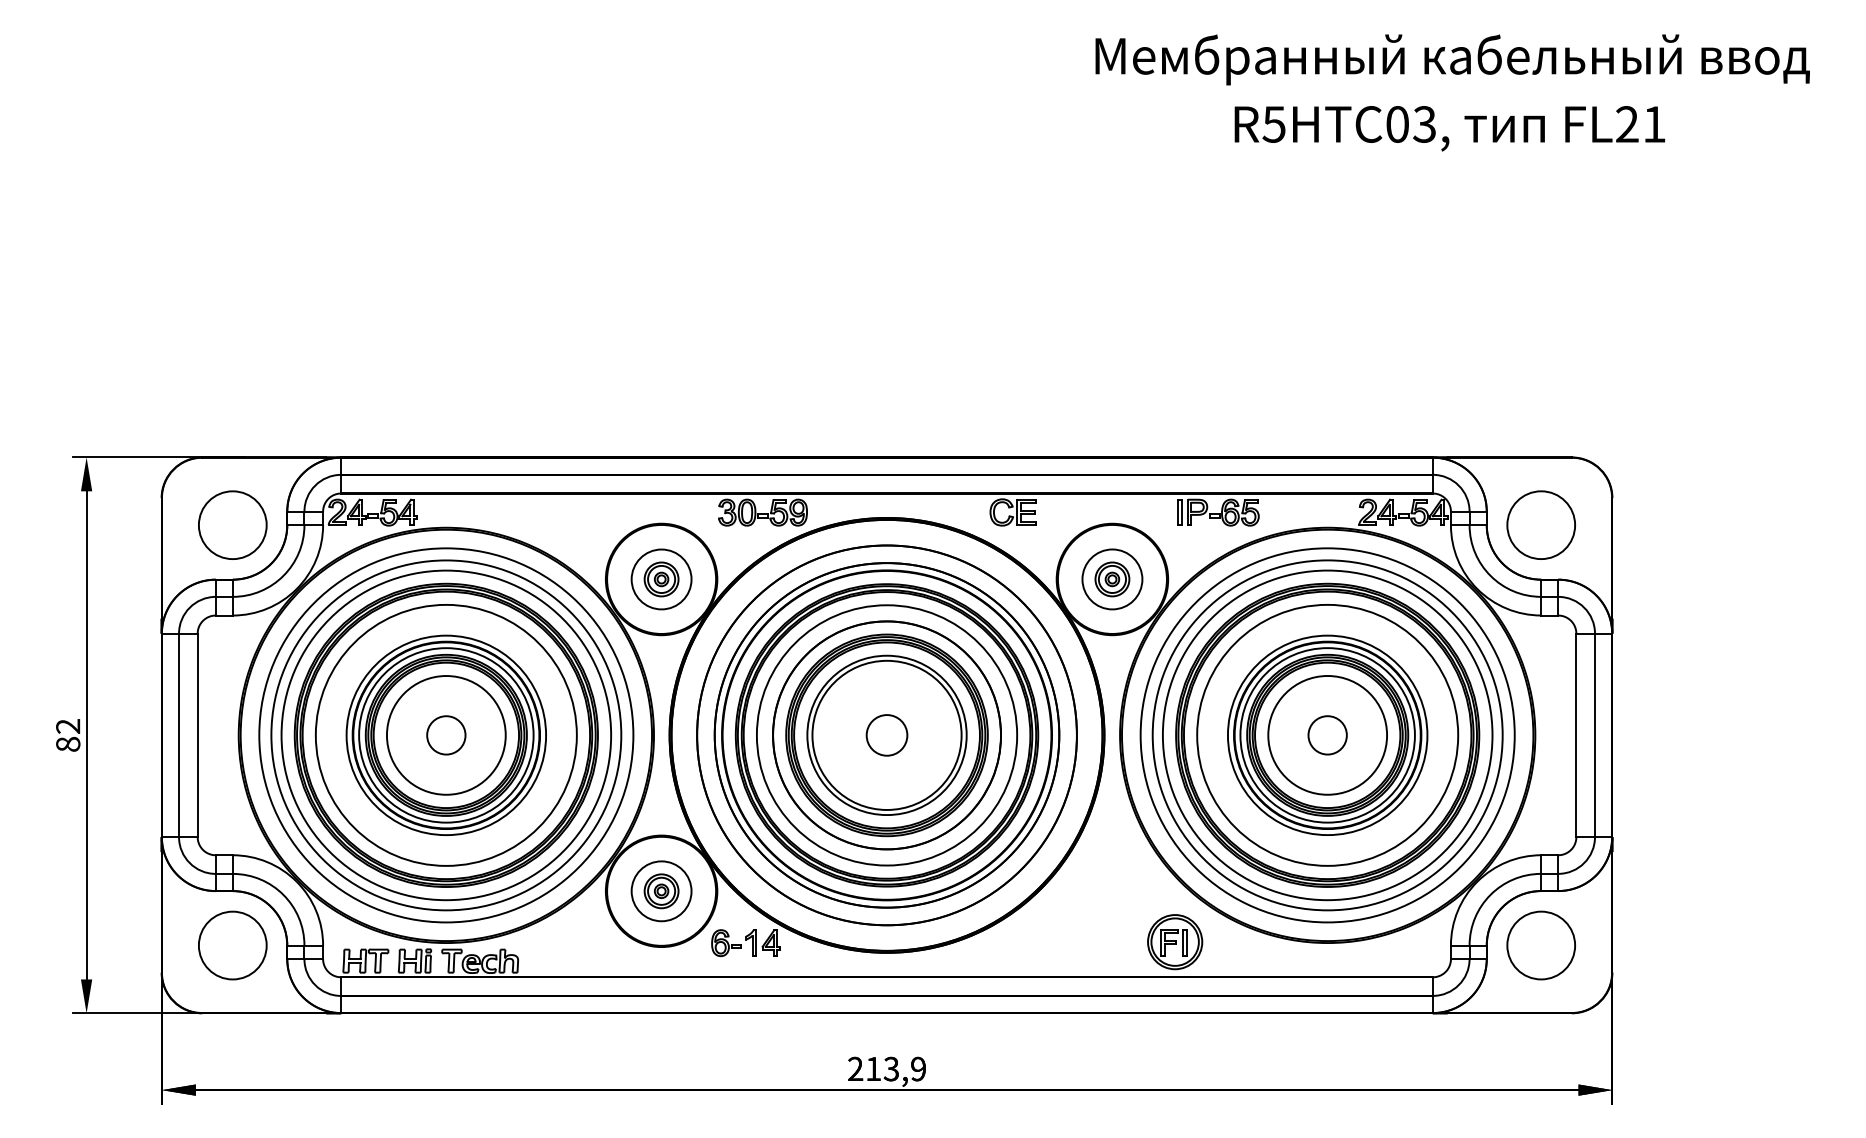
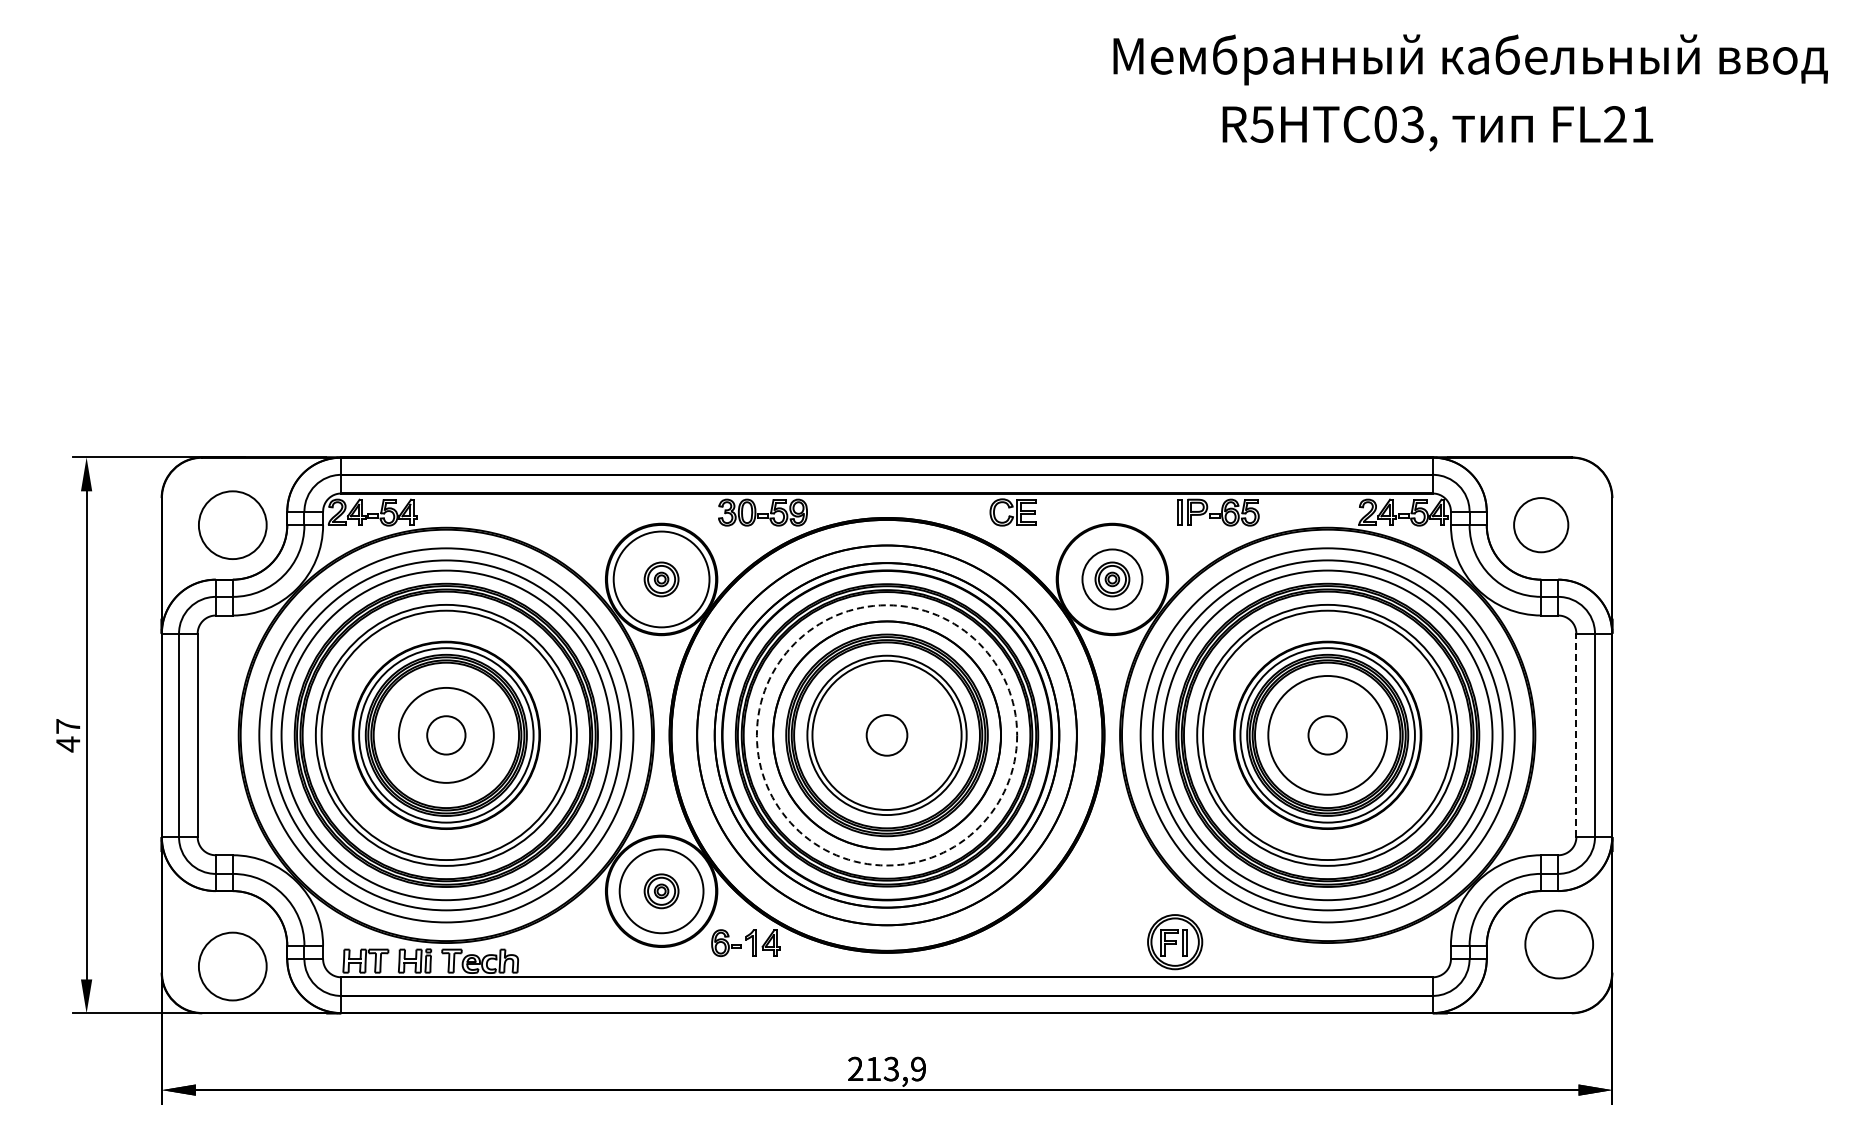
text at (1452, 59) position: (1452, 59) -> (1470, 59)
text at (1449, 128) position: (1449, 128) -> (1437, 128)
circle at (1540, 524) size: 70x70 px -> 57x57 px
circle at (661, 579) diameter: 60 px -> 96 px
text at (68, 735): 82 -> 47
circle at (445, 735) diameter: 119 px -> 95 px
circle at (446, 735) diameter: 199 px -> 249 px
circle at (886, 735): solid -> dashed
circle at (1327, 735) diameter: 199 px -> 249 px
line at (1576, 735): solid -> dashed
circle at (661, 891) diameter: 60 px -> 84 px
circle at (232, 945) position: (232, 945) -> (232, 966)
circle at (1540, 945) position: (1540, 945) -> (1558, 944)
